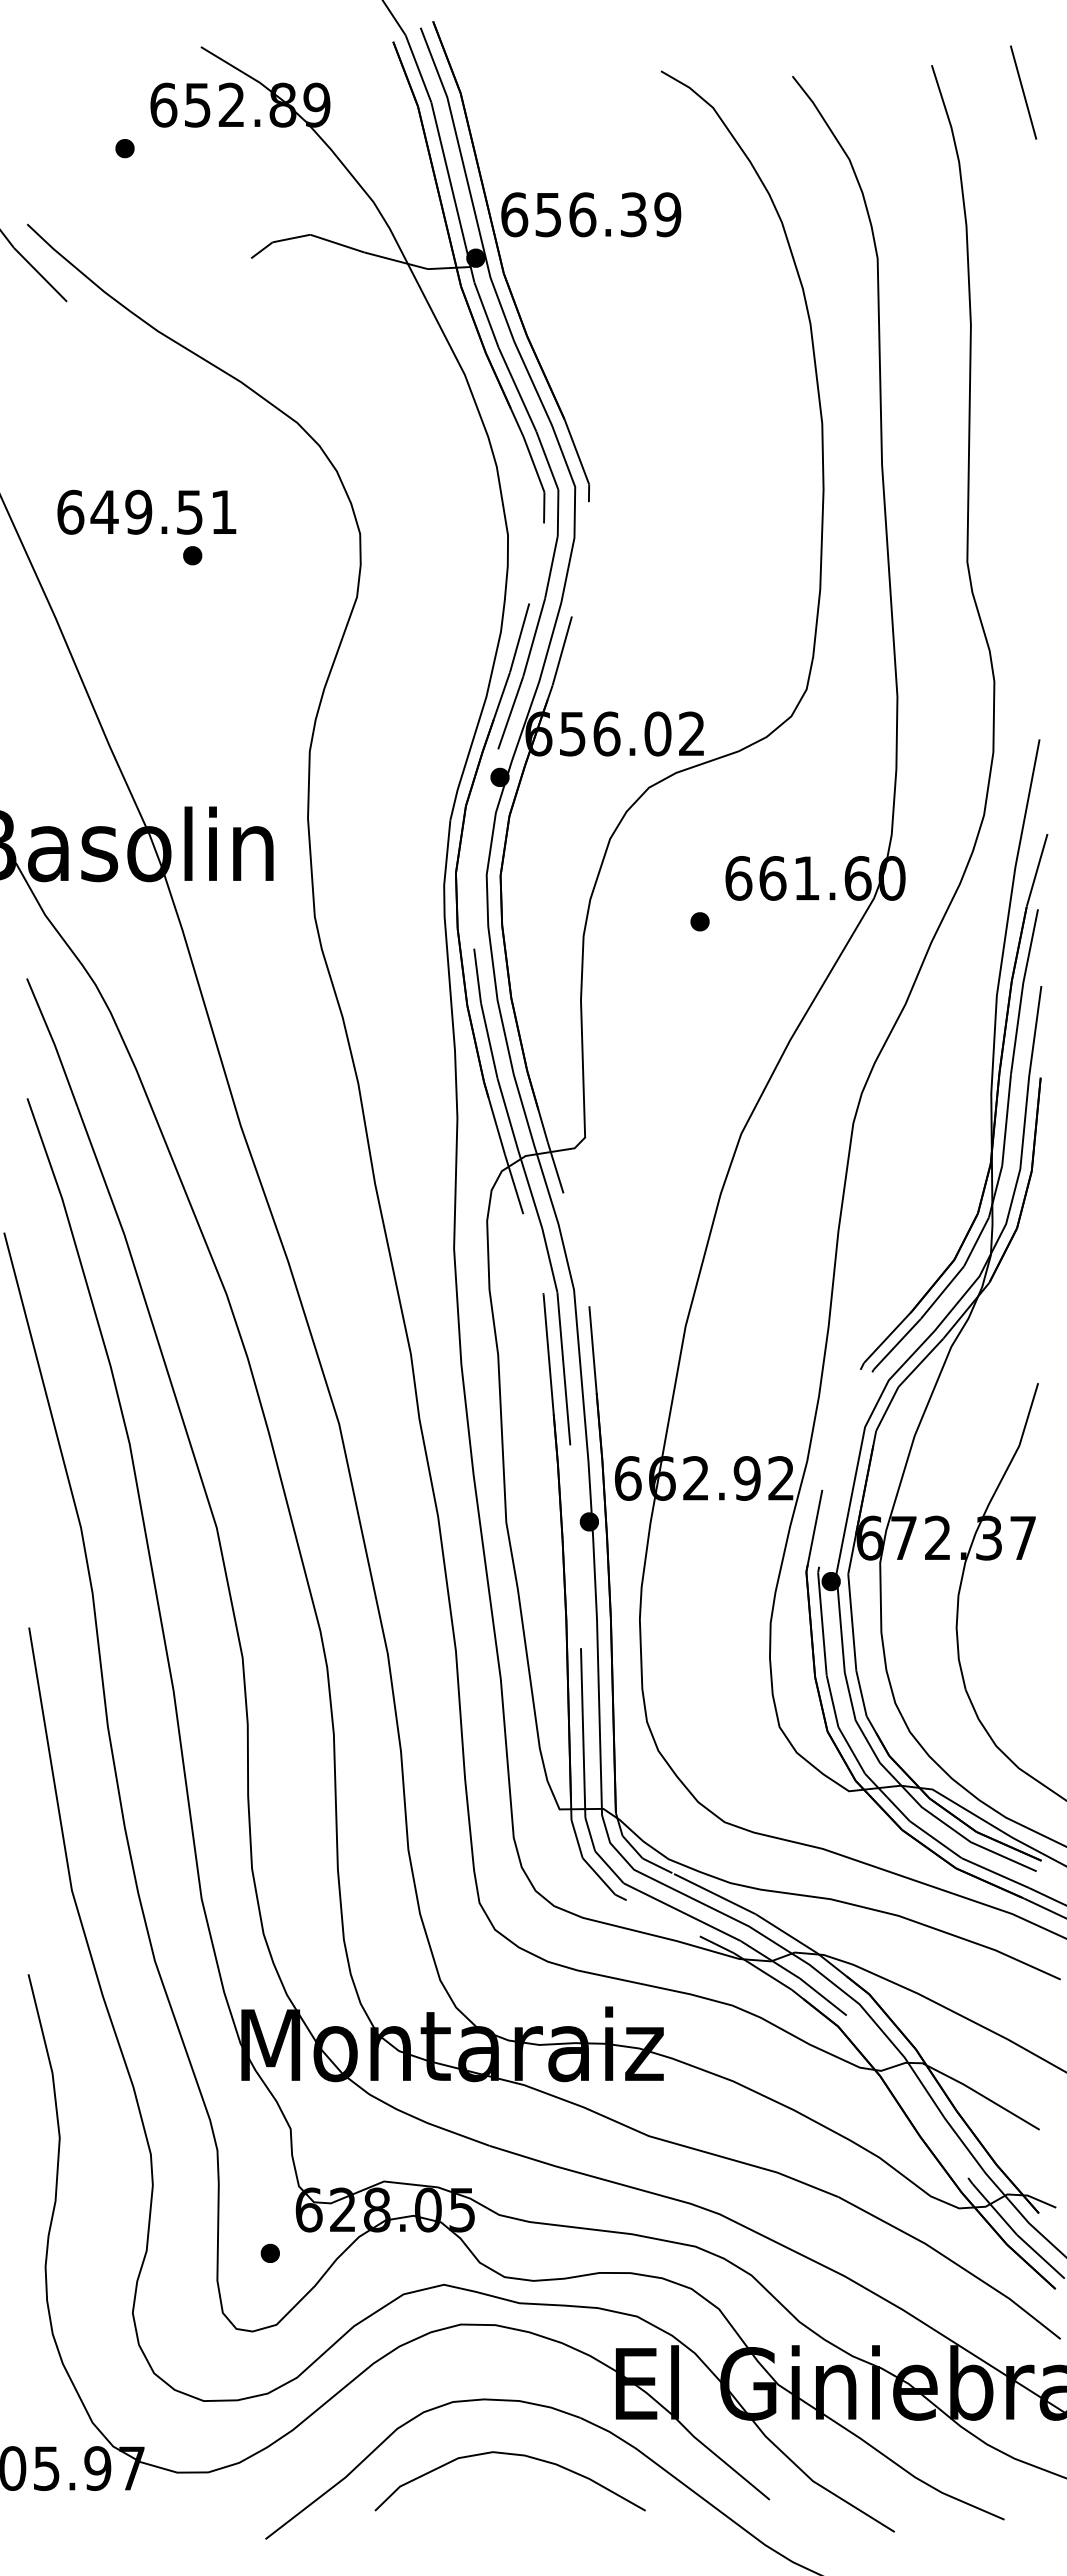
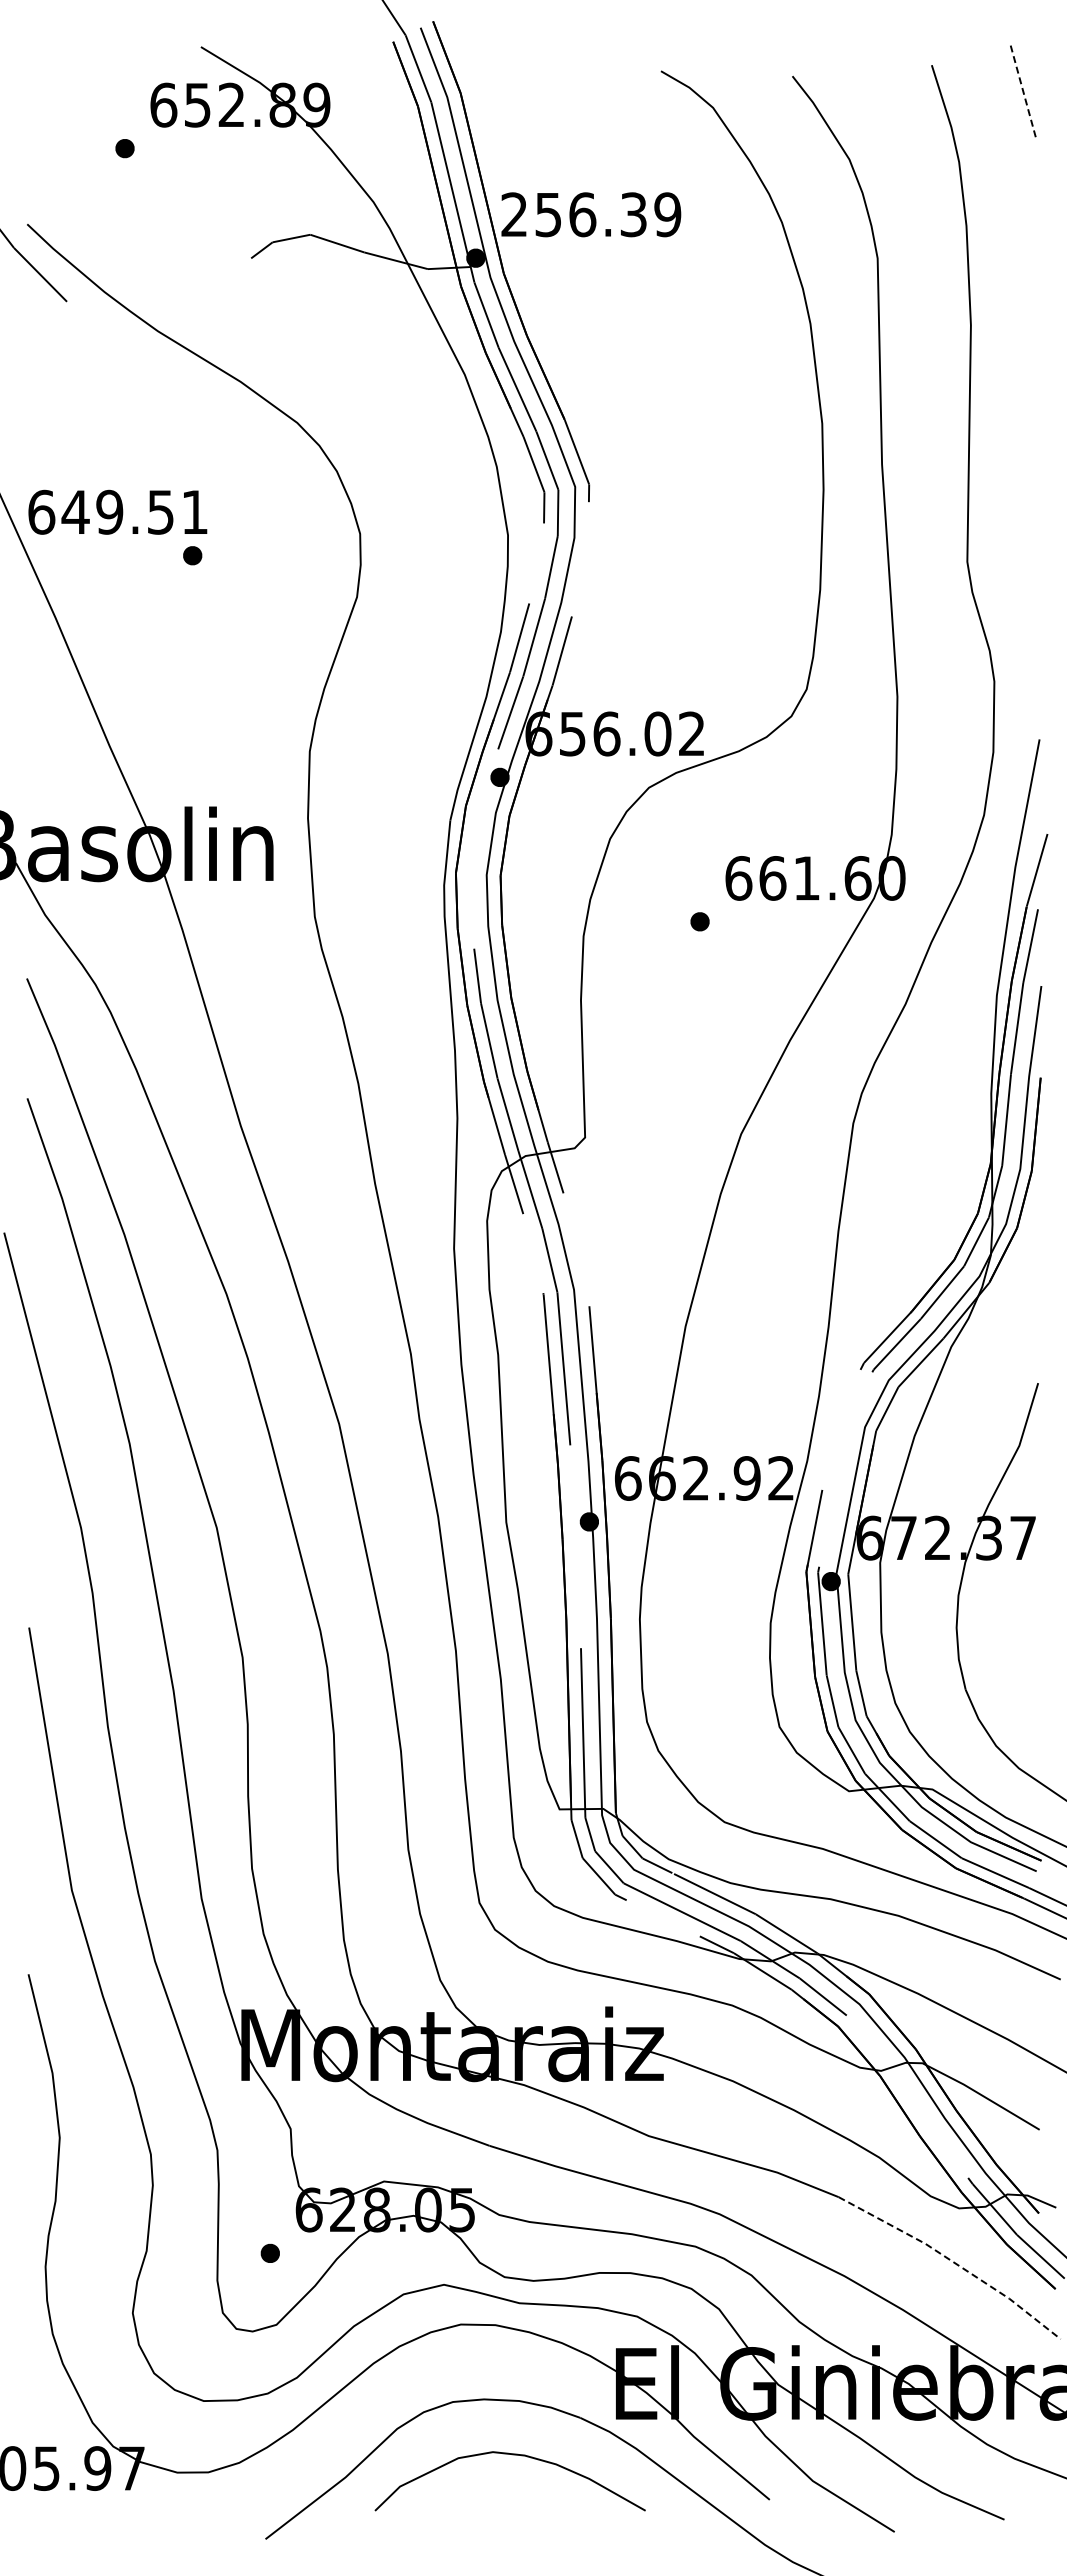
line at (1023, 92): solid -> dashed
text at (514, 214): 656.39 -> 256.39
text at (146, 511) position: (146, 511) -> (117, 511)
line at (953, 2262): solid -> dashed
